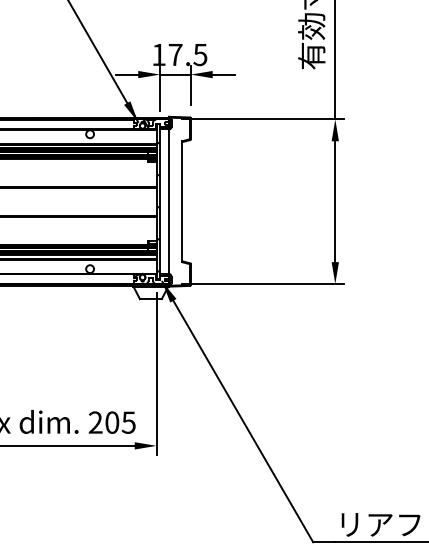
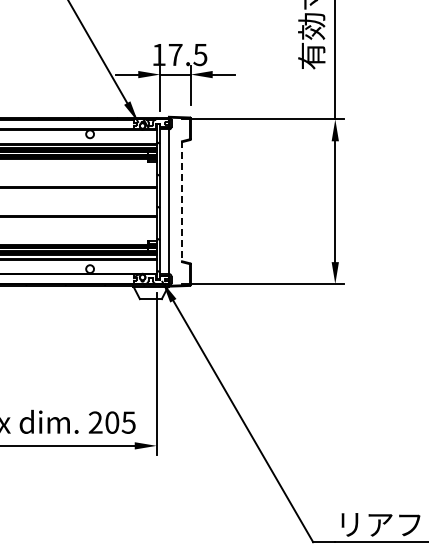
line at (182, 202): solid -> dashed
